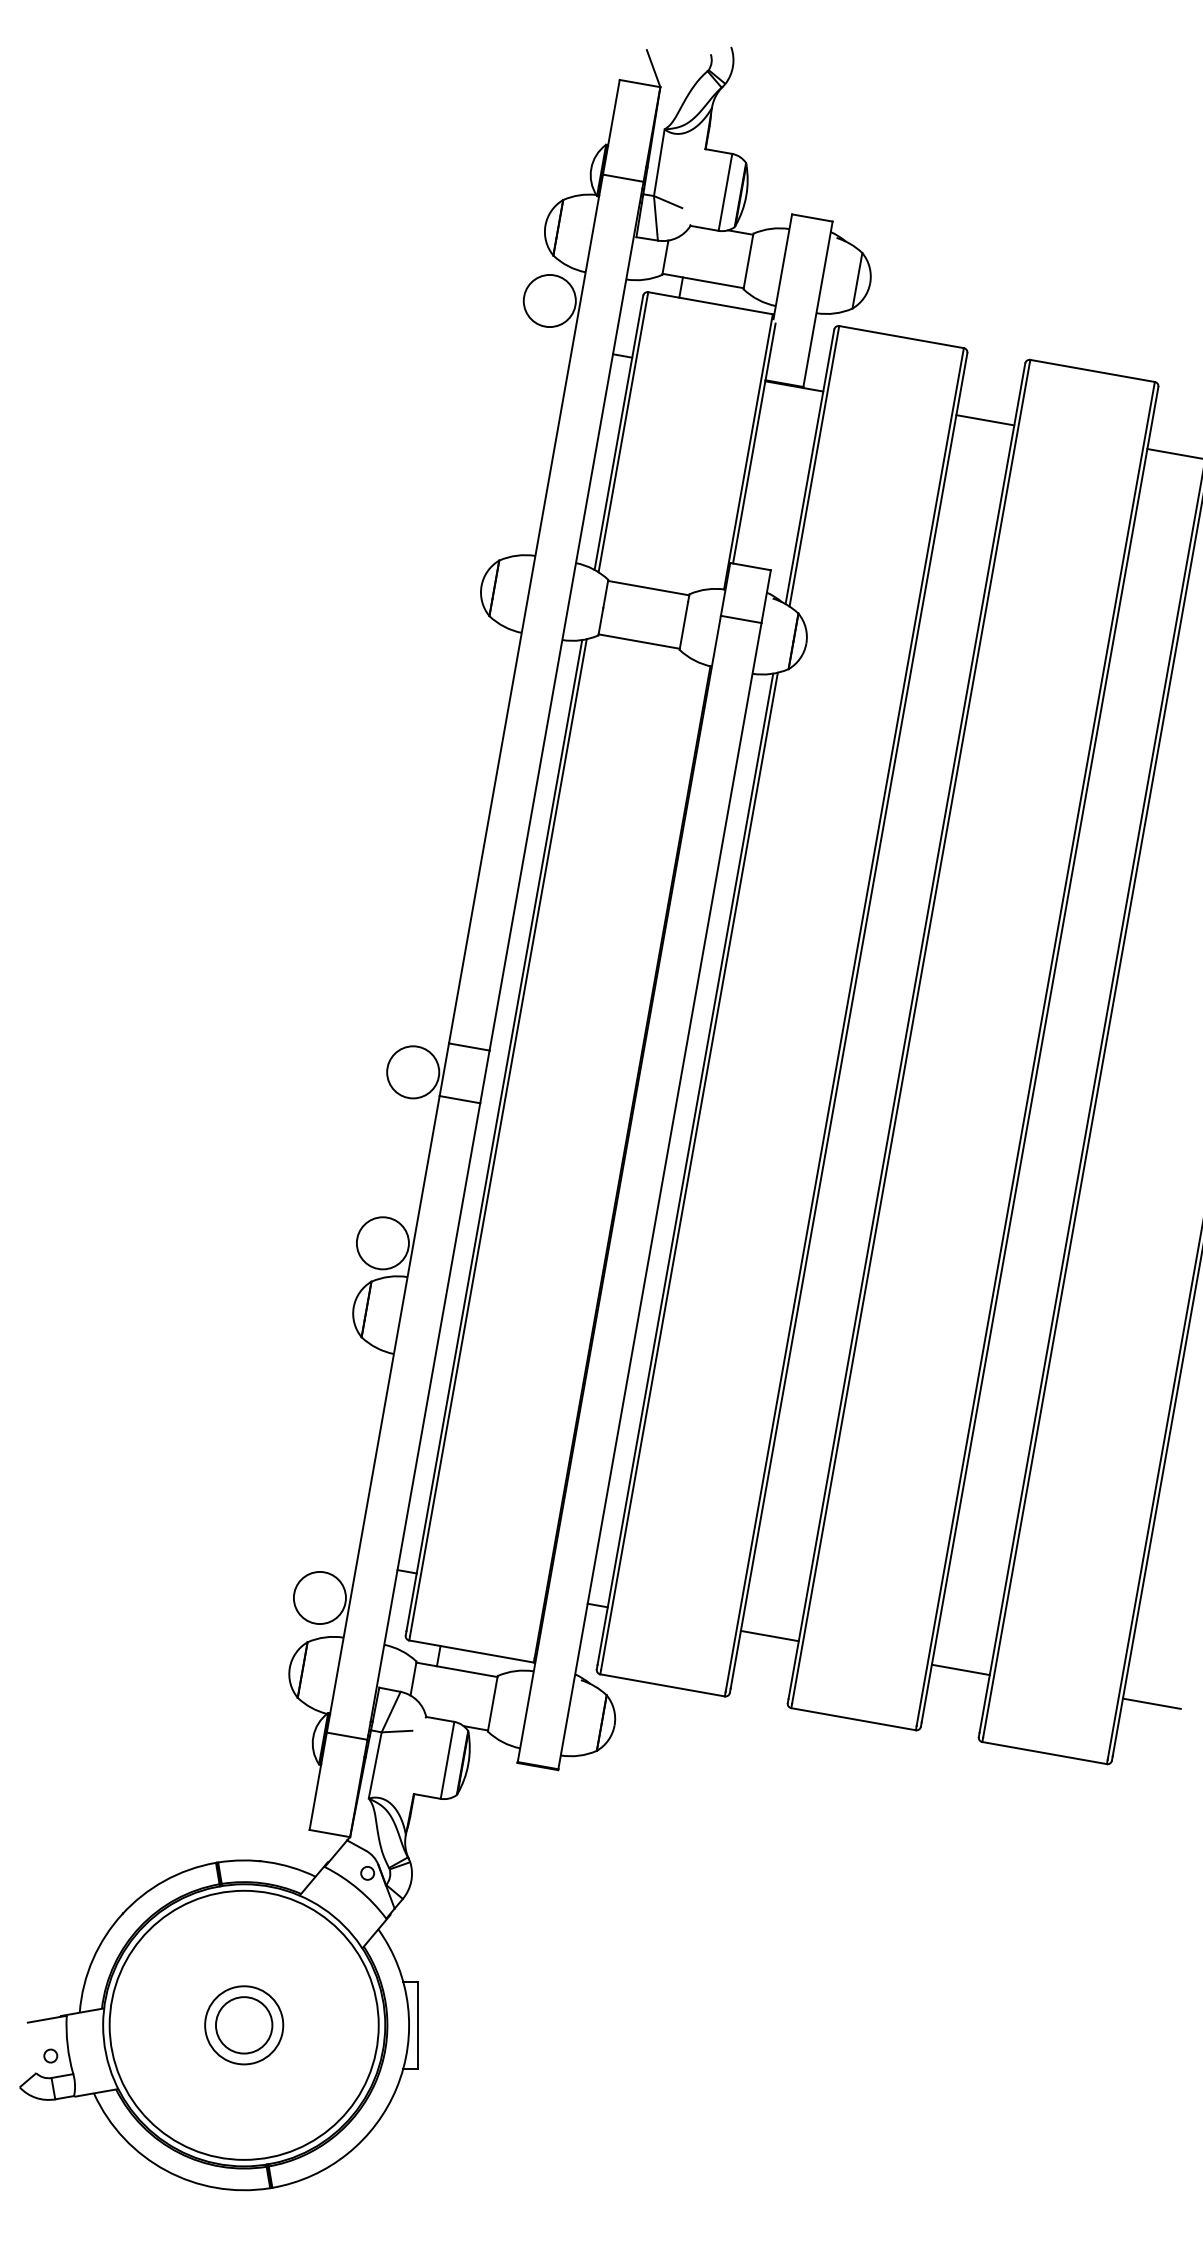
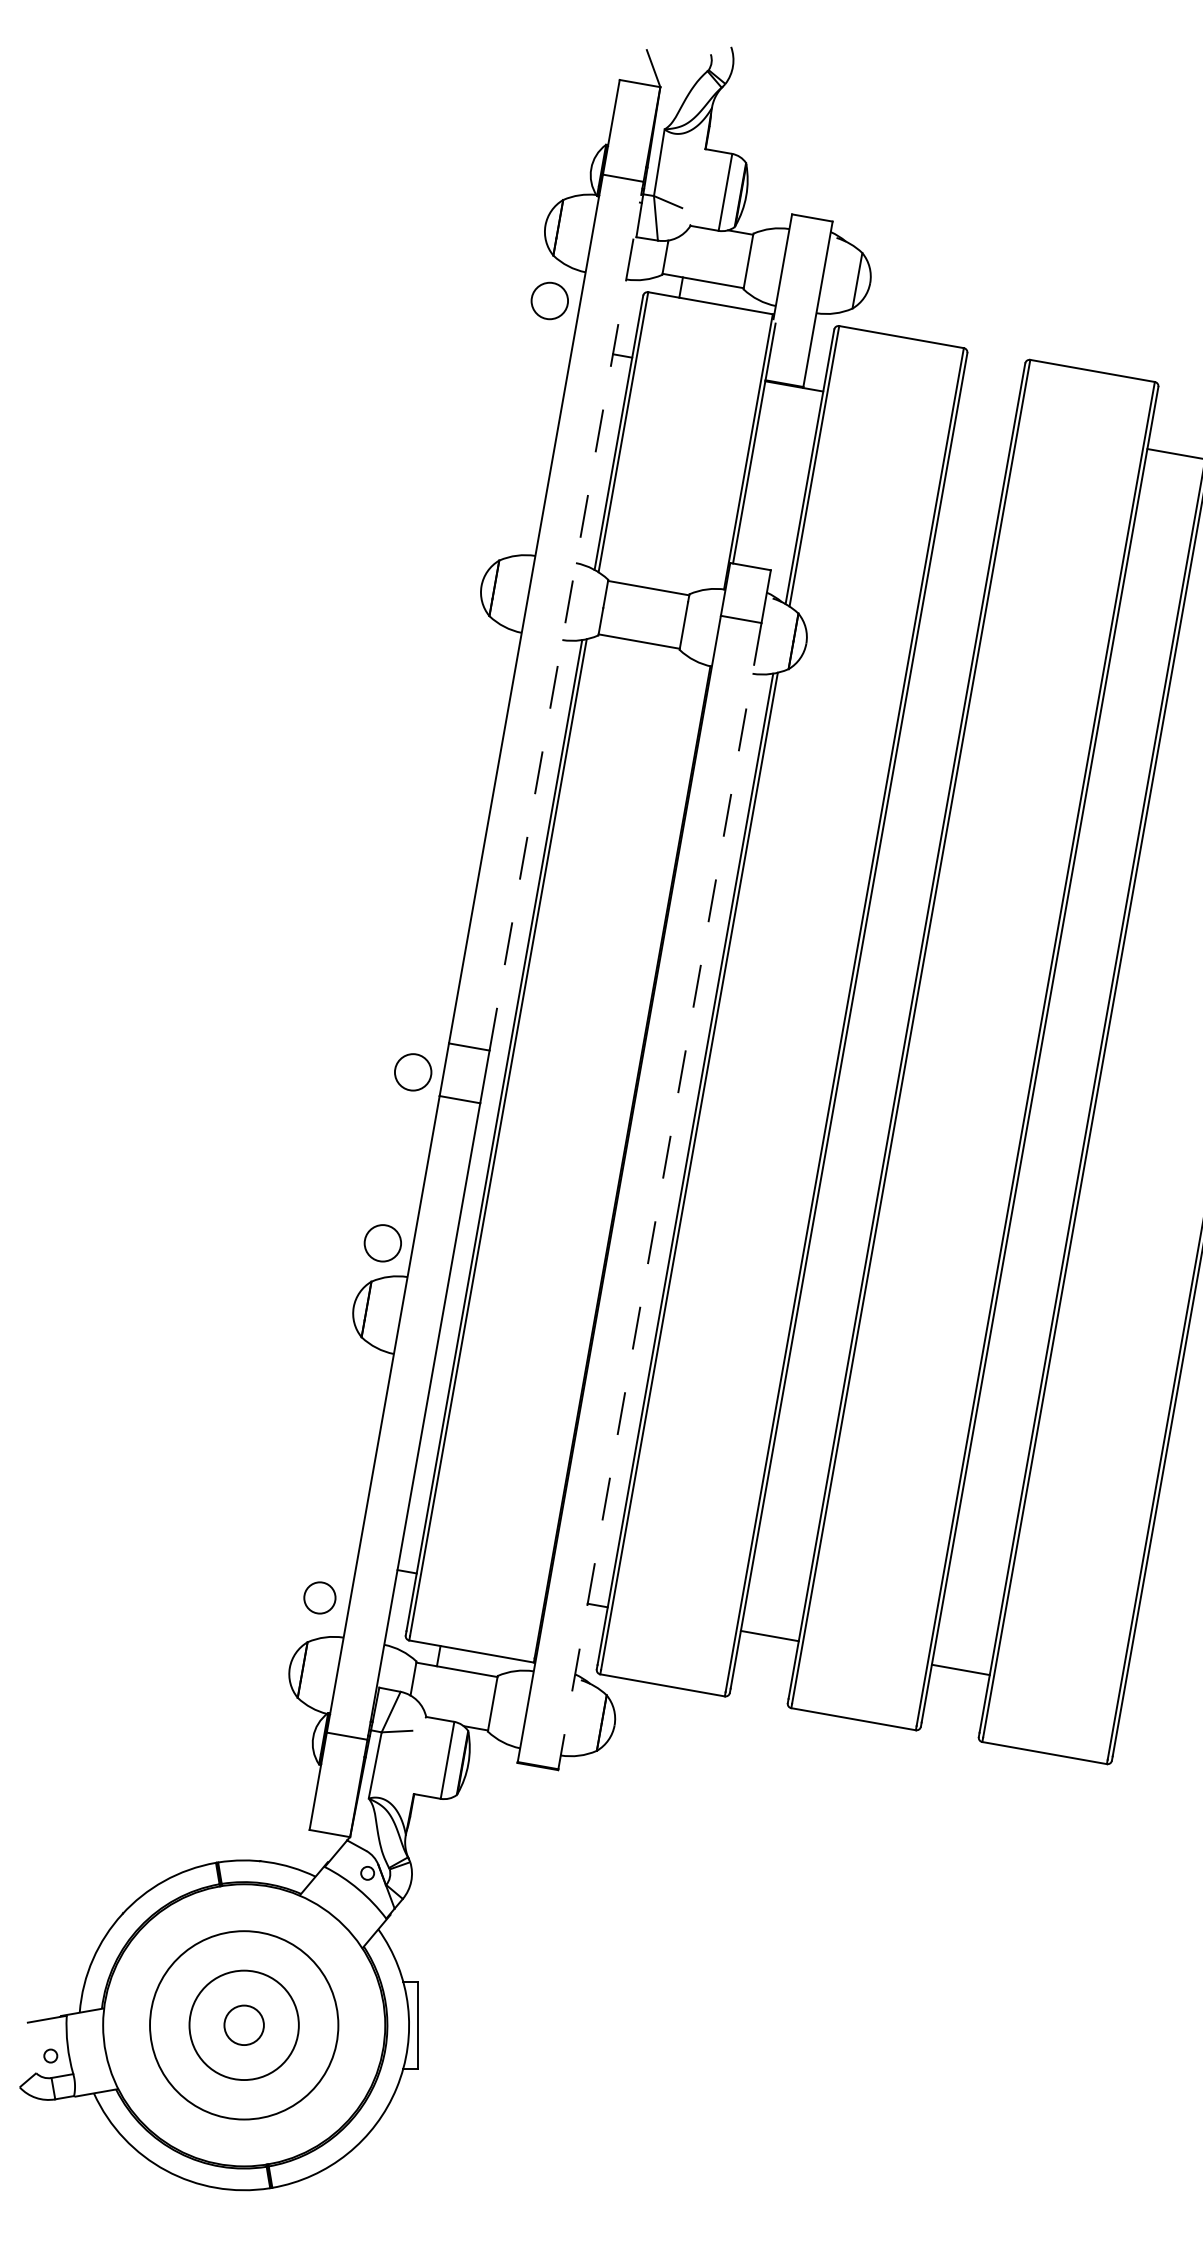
circle at (549, 300) diameter: 52 px -> 36 px
line at (985, 420): present -> none
line at (566, 615): solid -> dashed
circle at (413, 1072) diameter: 52 px -> 36 px
line at (659, 1196): solid -> dashed
circle at (382, 1243) diameter: 52 px -> 36 px
circle at (319, 1597) diameter: 52 px -> 31 px
line at (1151, 1703): present -> none
circle at (243, 2024) diameter: 269 px -> 188 px
circle at (244, 2025) diameter: 56 px -> 39 px
circle at (244, 2025) diameter: 78 px -> 109 px
